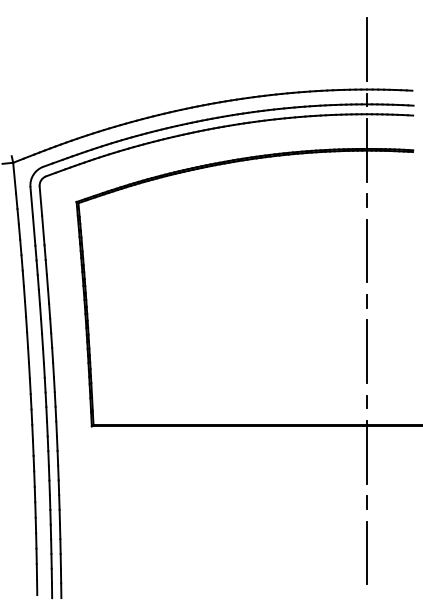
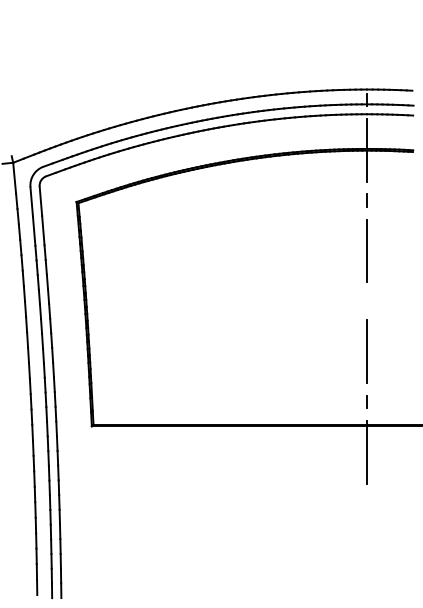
line at (366, 49): present -> none
line at (366, 301): present -> none
line at (366, 502): present -> none
line at (366, 552): present -> none
